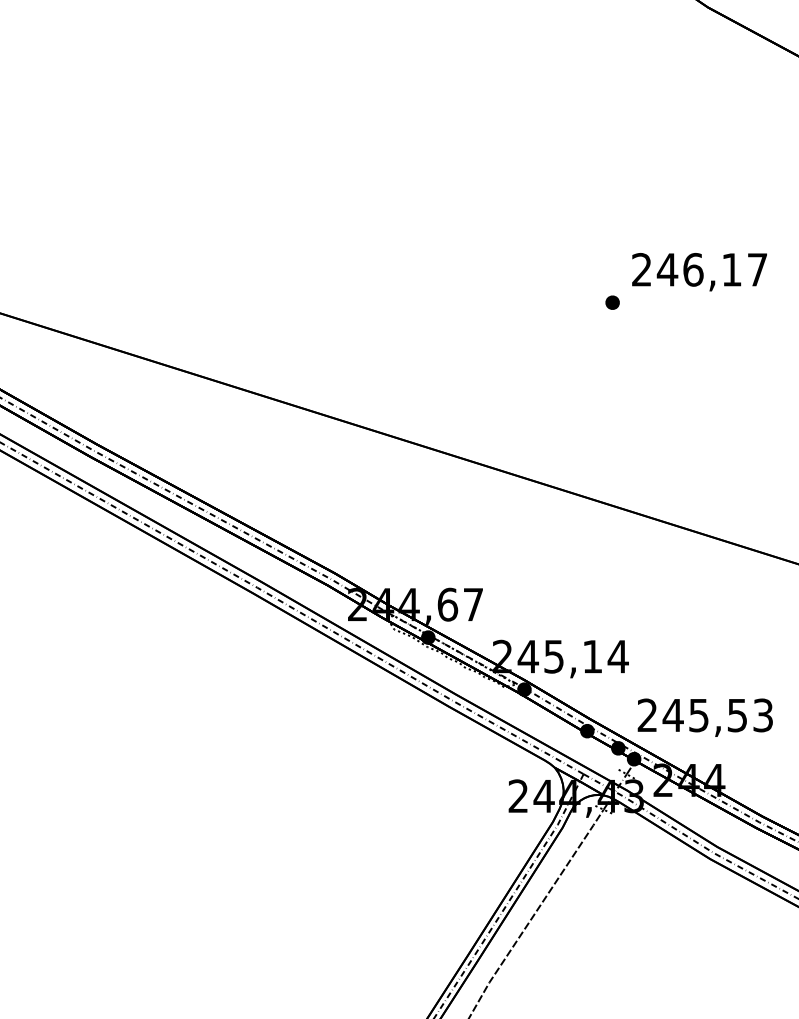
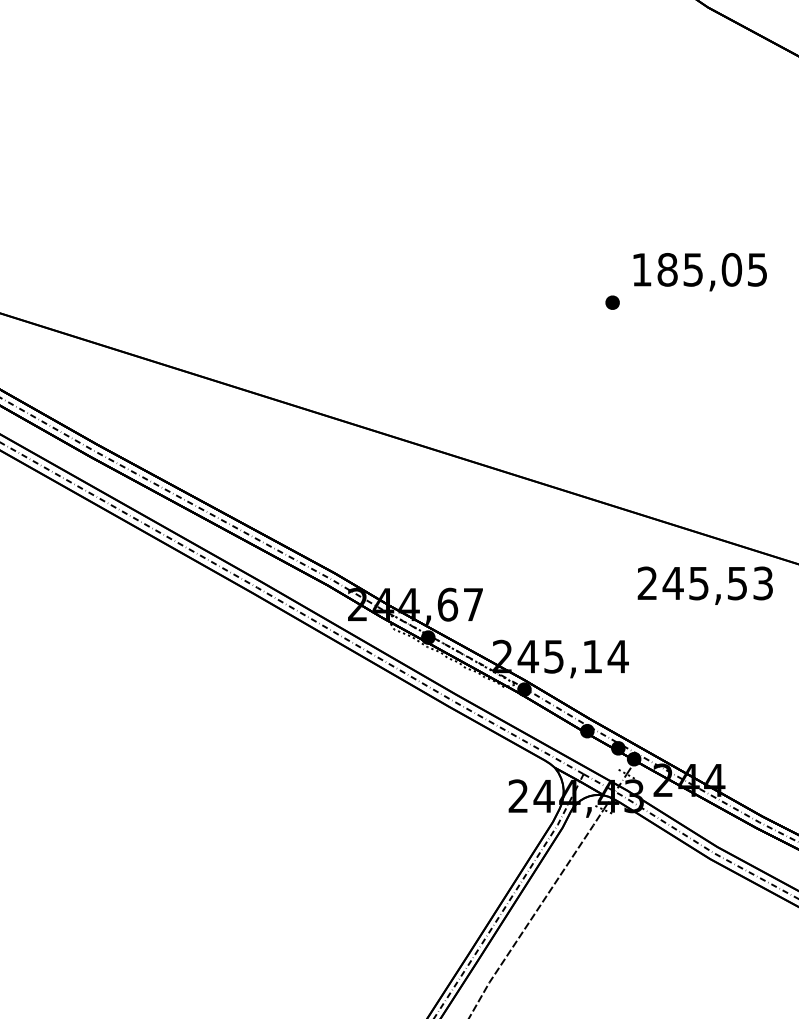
text at (699, 269): 246,17 -> 185,05
text at (704, 717) position: (704, 717) -> (704, 585)
